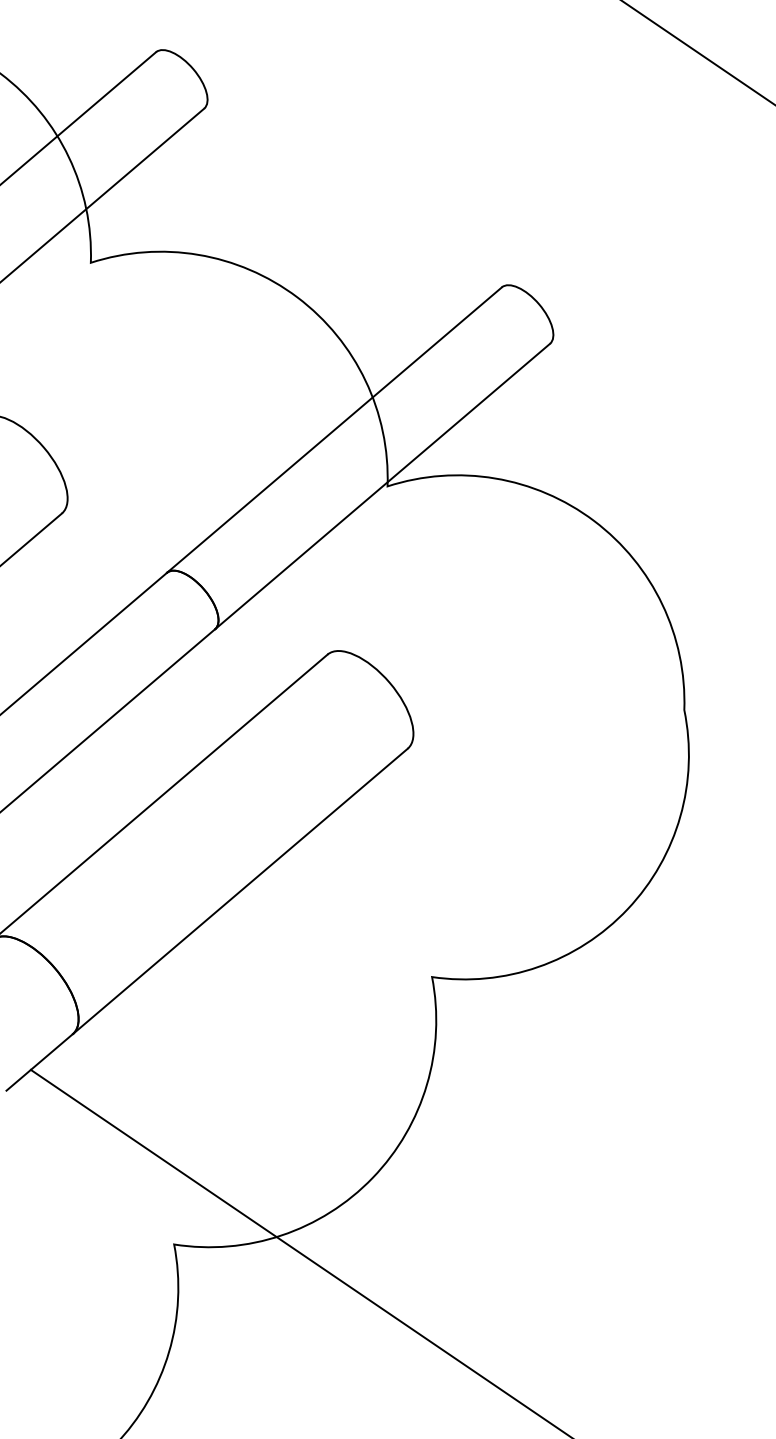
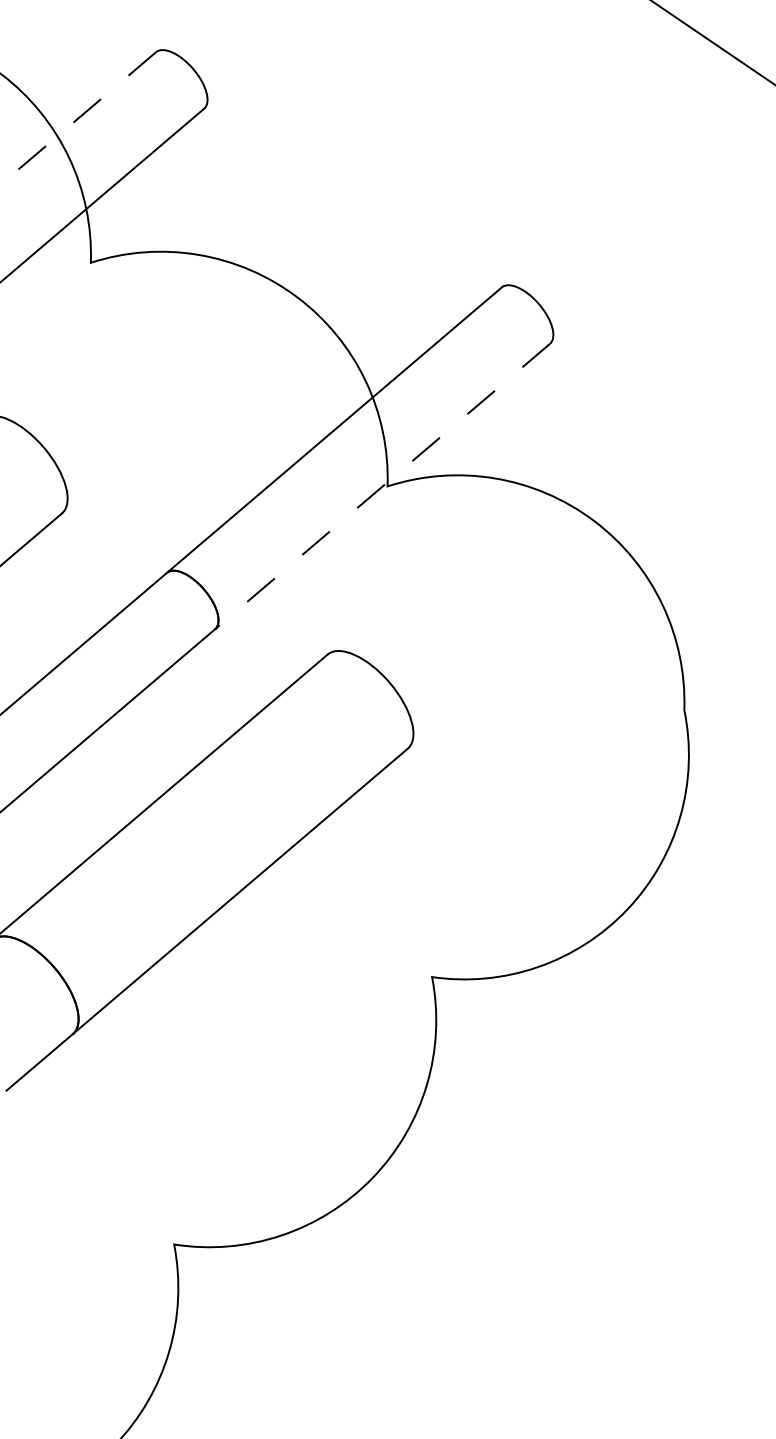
line at (697, 52) position: (697, 52) -> (712, 42)
line at (77, 119): solid -> dashed
line at (382, 486): solid -> dashed
line at (299, 1252): present -> none
